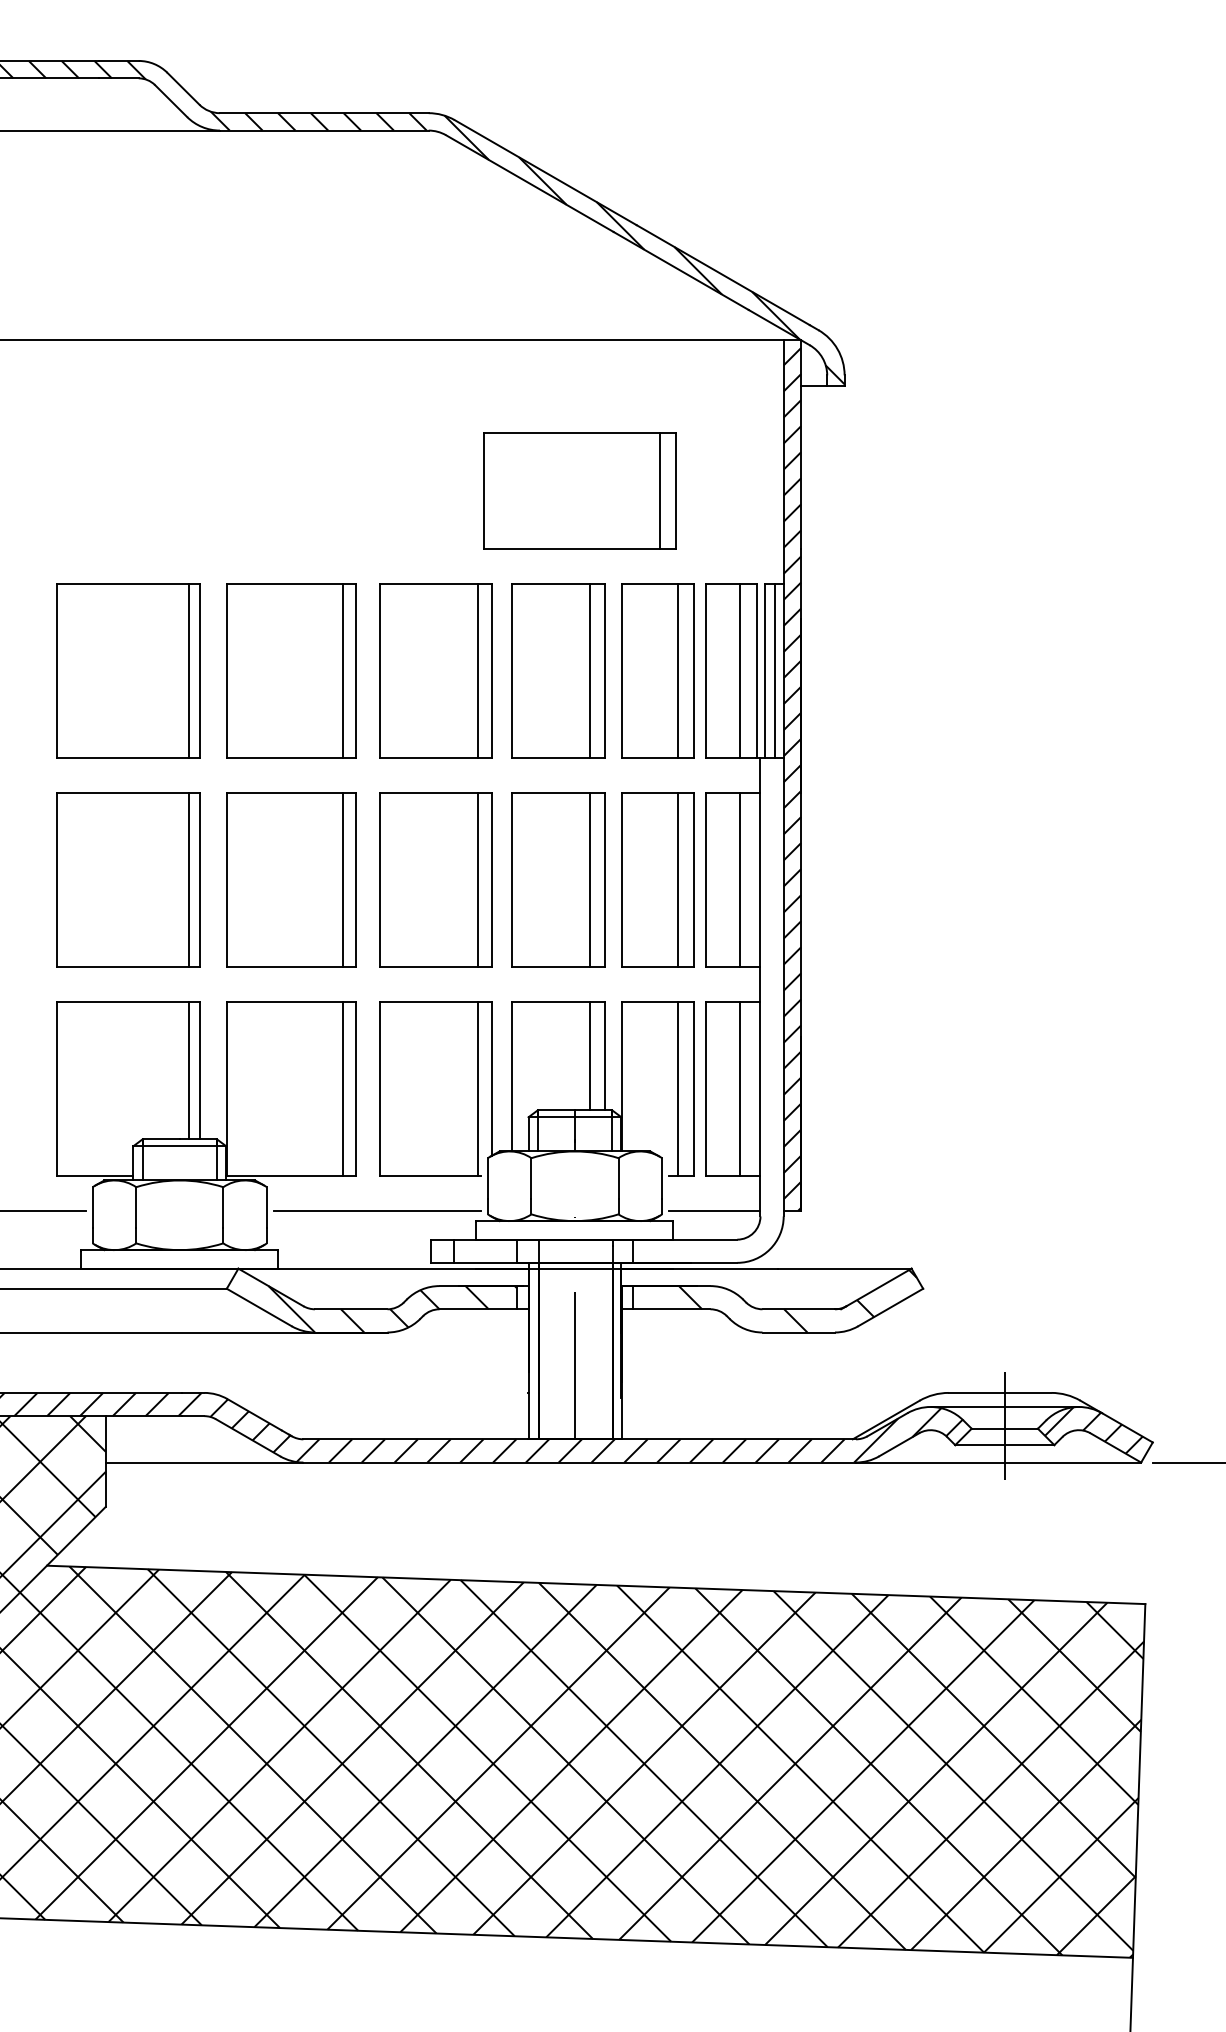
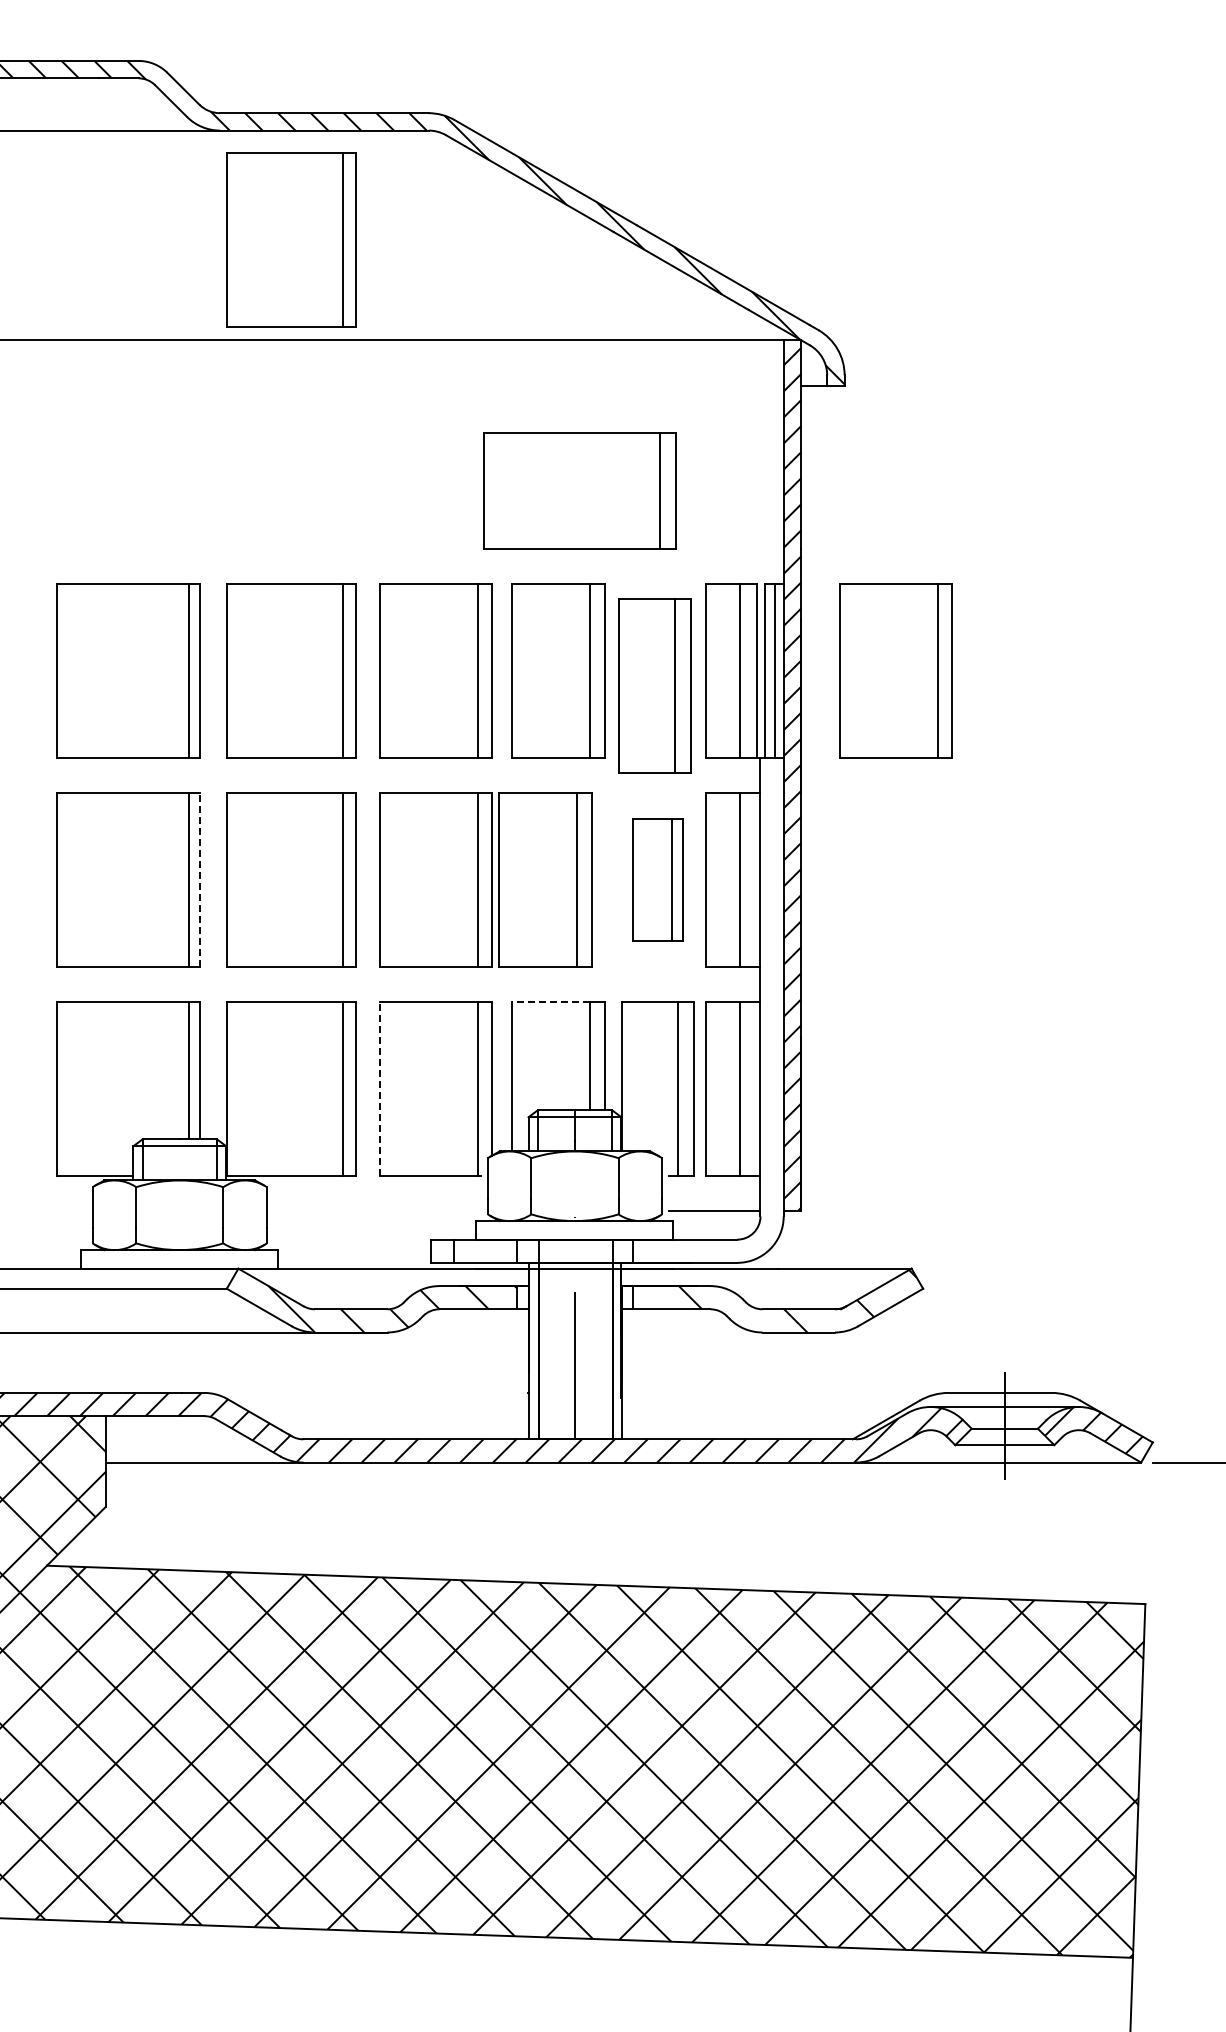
part at (291, 239): none -> present
part at (657, 670) position: (657, 670) -> (654, 685)
part at (895, 670): none -> present
line at (199, 879): solid -> dashed
part at (558, 879) position: (558, 879) -> (545, 879)
part at (657, 879) size: 74x176 px -> 52x124 px
line at (551, 1001): solid -> dashed
line at (379, 1088): solid -> dashed
line at (44, 1210): present -> none
line at (377, 1210): present -> none
